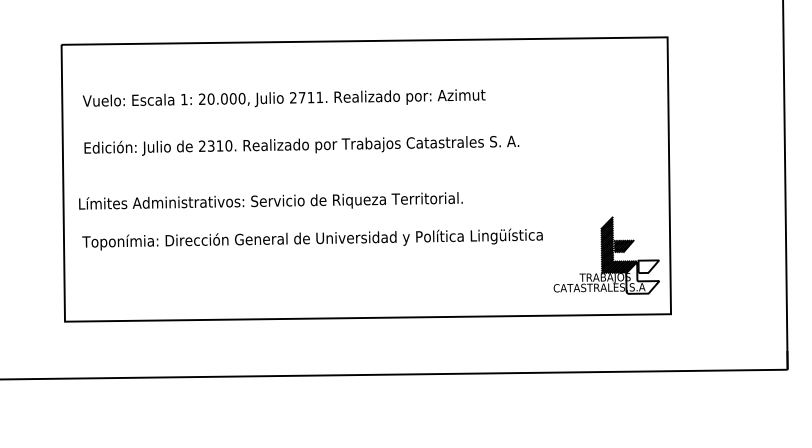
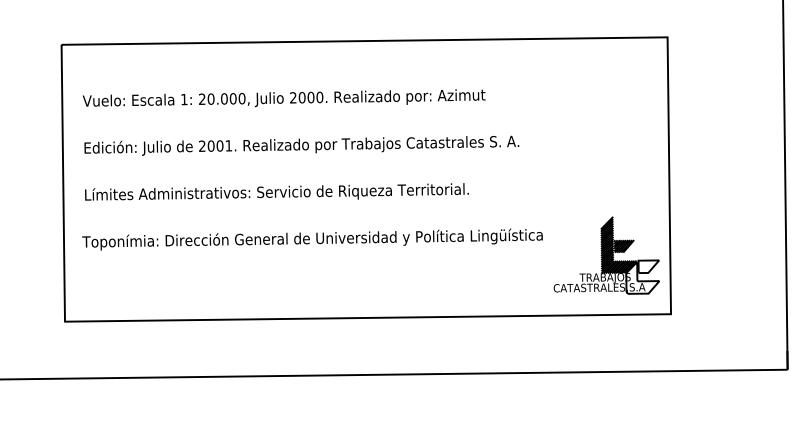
text at (310, 97): 2711. -> 2000.
text at (219, 145): 2310. -> 2001.
text at (270, 200) position: (270, 200) -> (276, 191)
